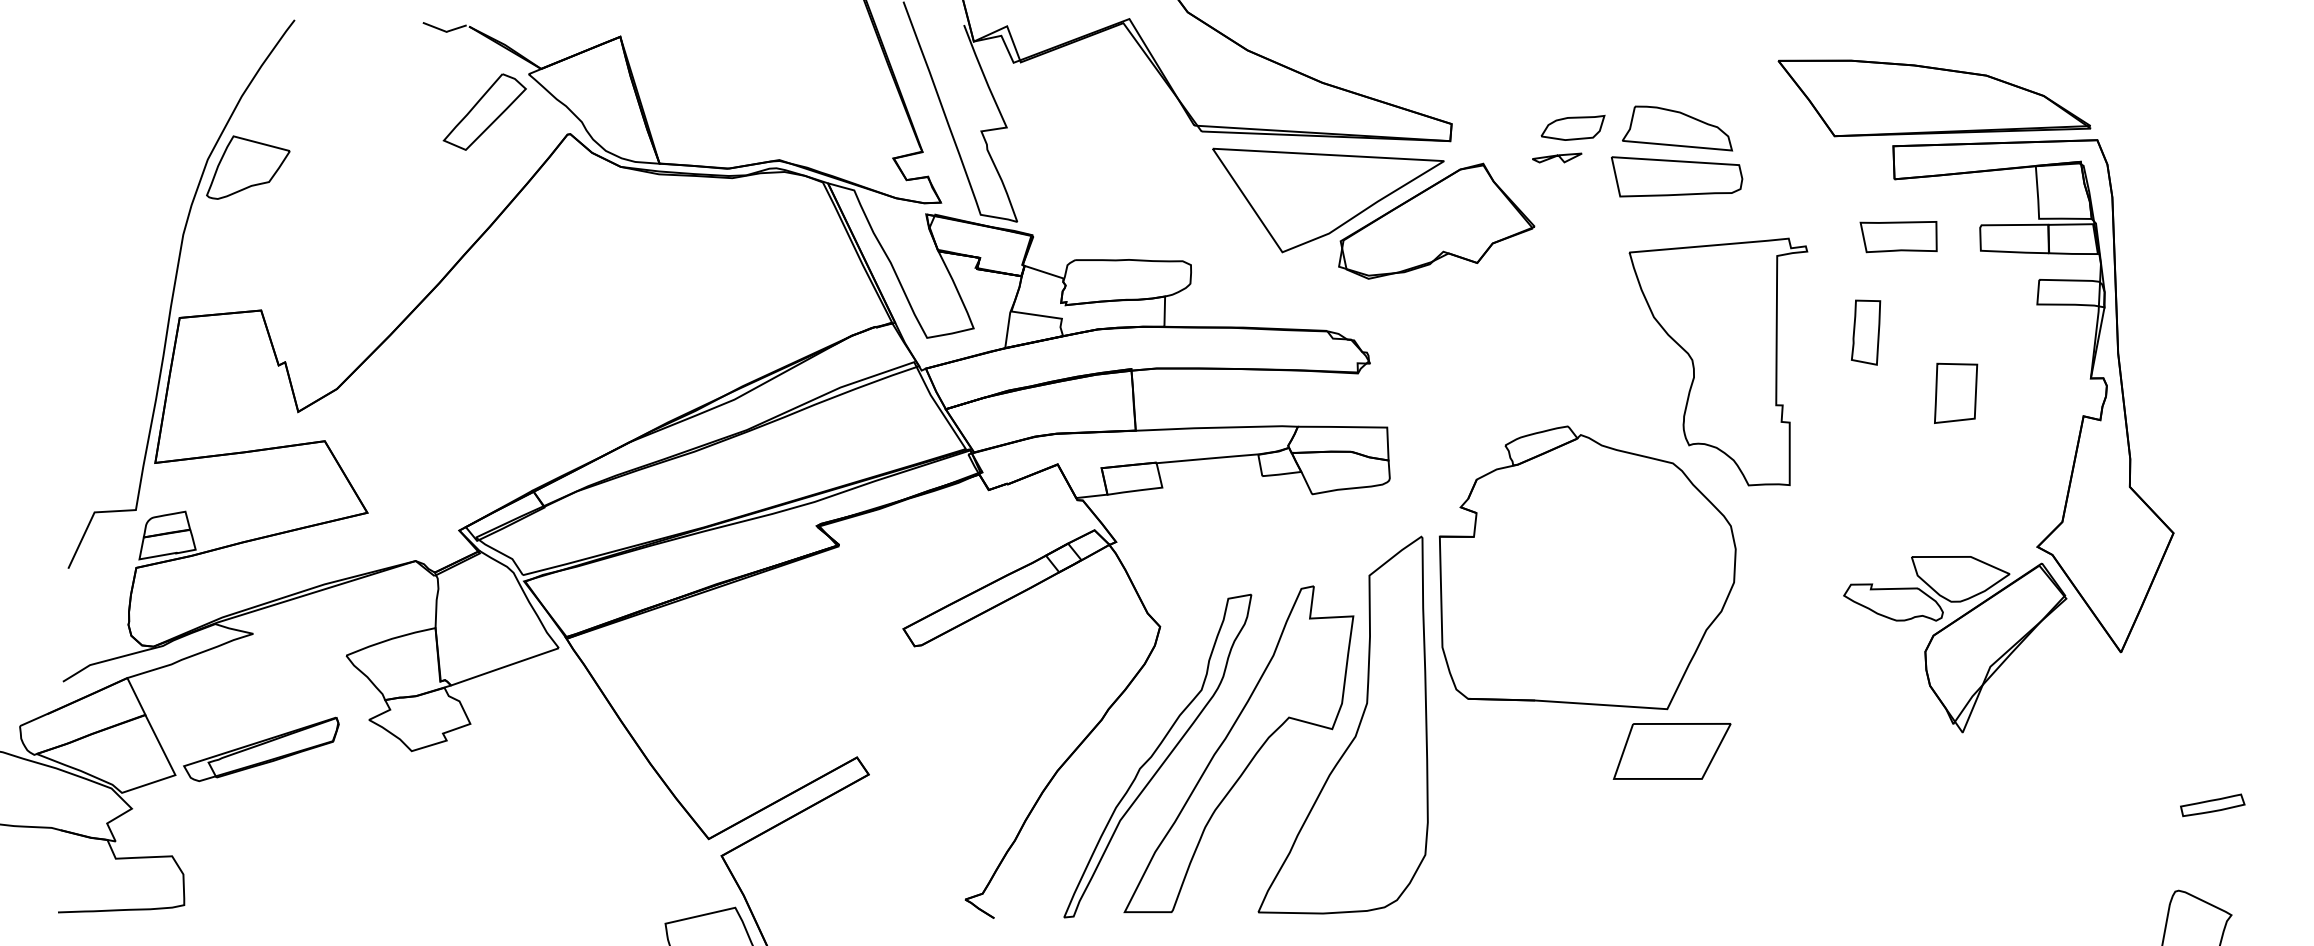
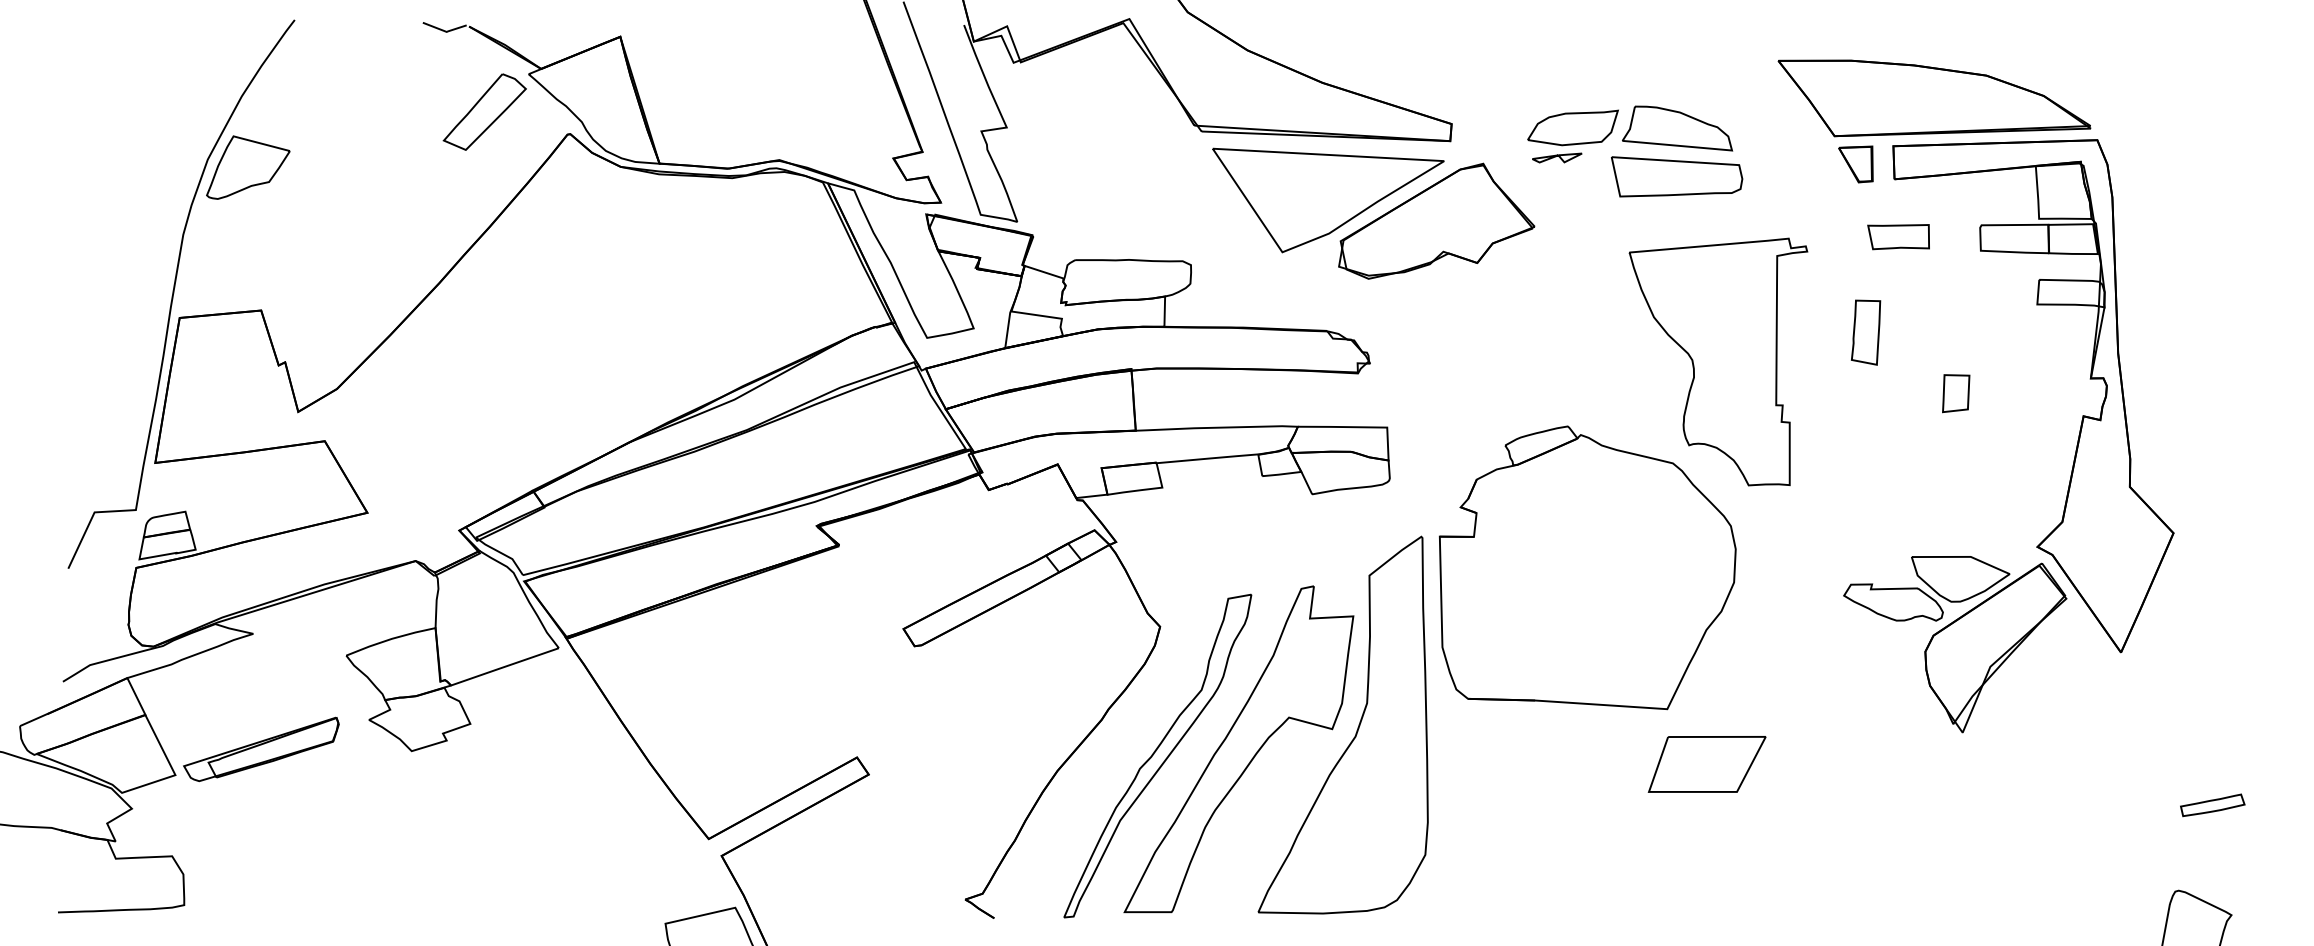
part at (1572, 127) size: 66x27 px -> 92x38 px
part at (1855, 164): none -> present
part at (1898, 237) size: 79x33 px -> 63x27 px
part at (1956, 392) size: 45x62 px -> 29x40 px
part at (1671, 751) position: (1671, 751) -> (1706, 764)
